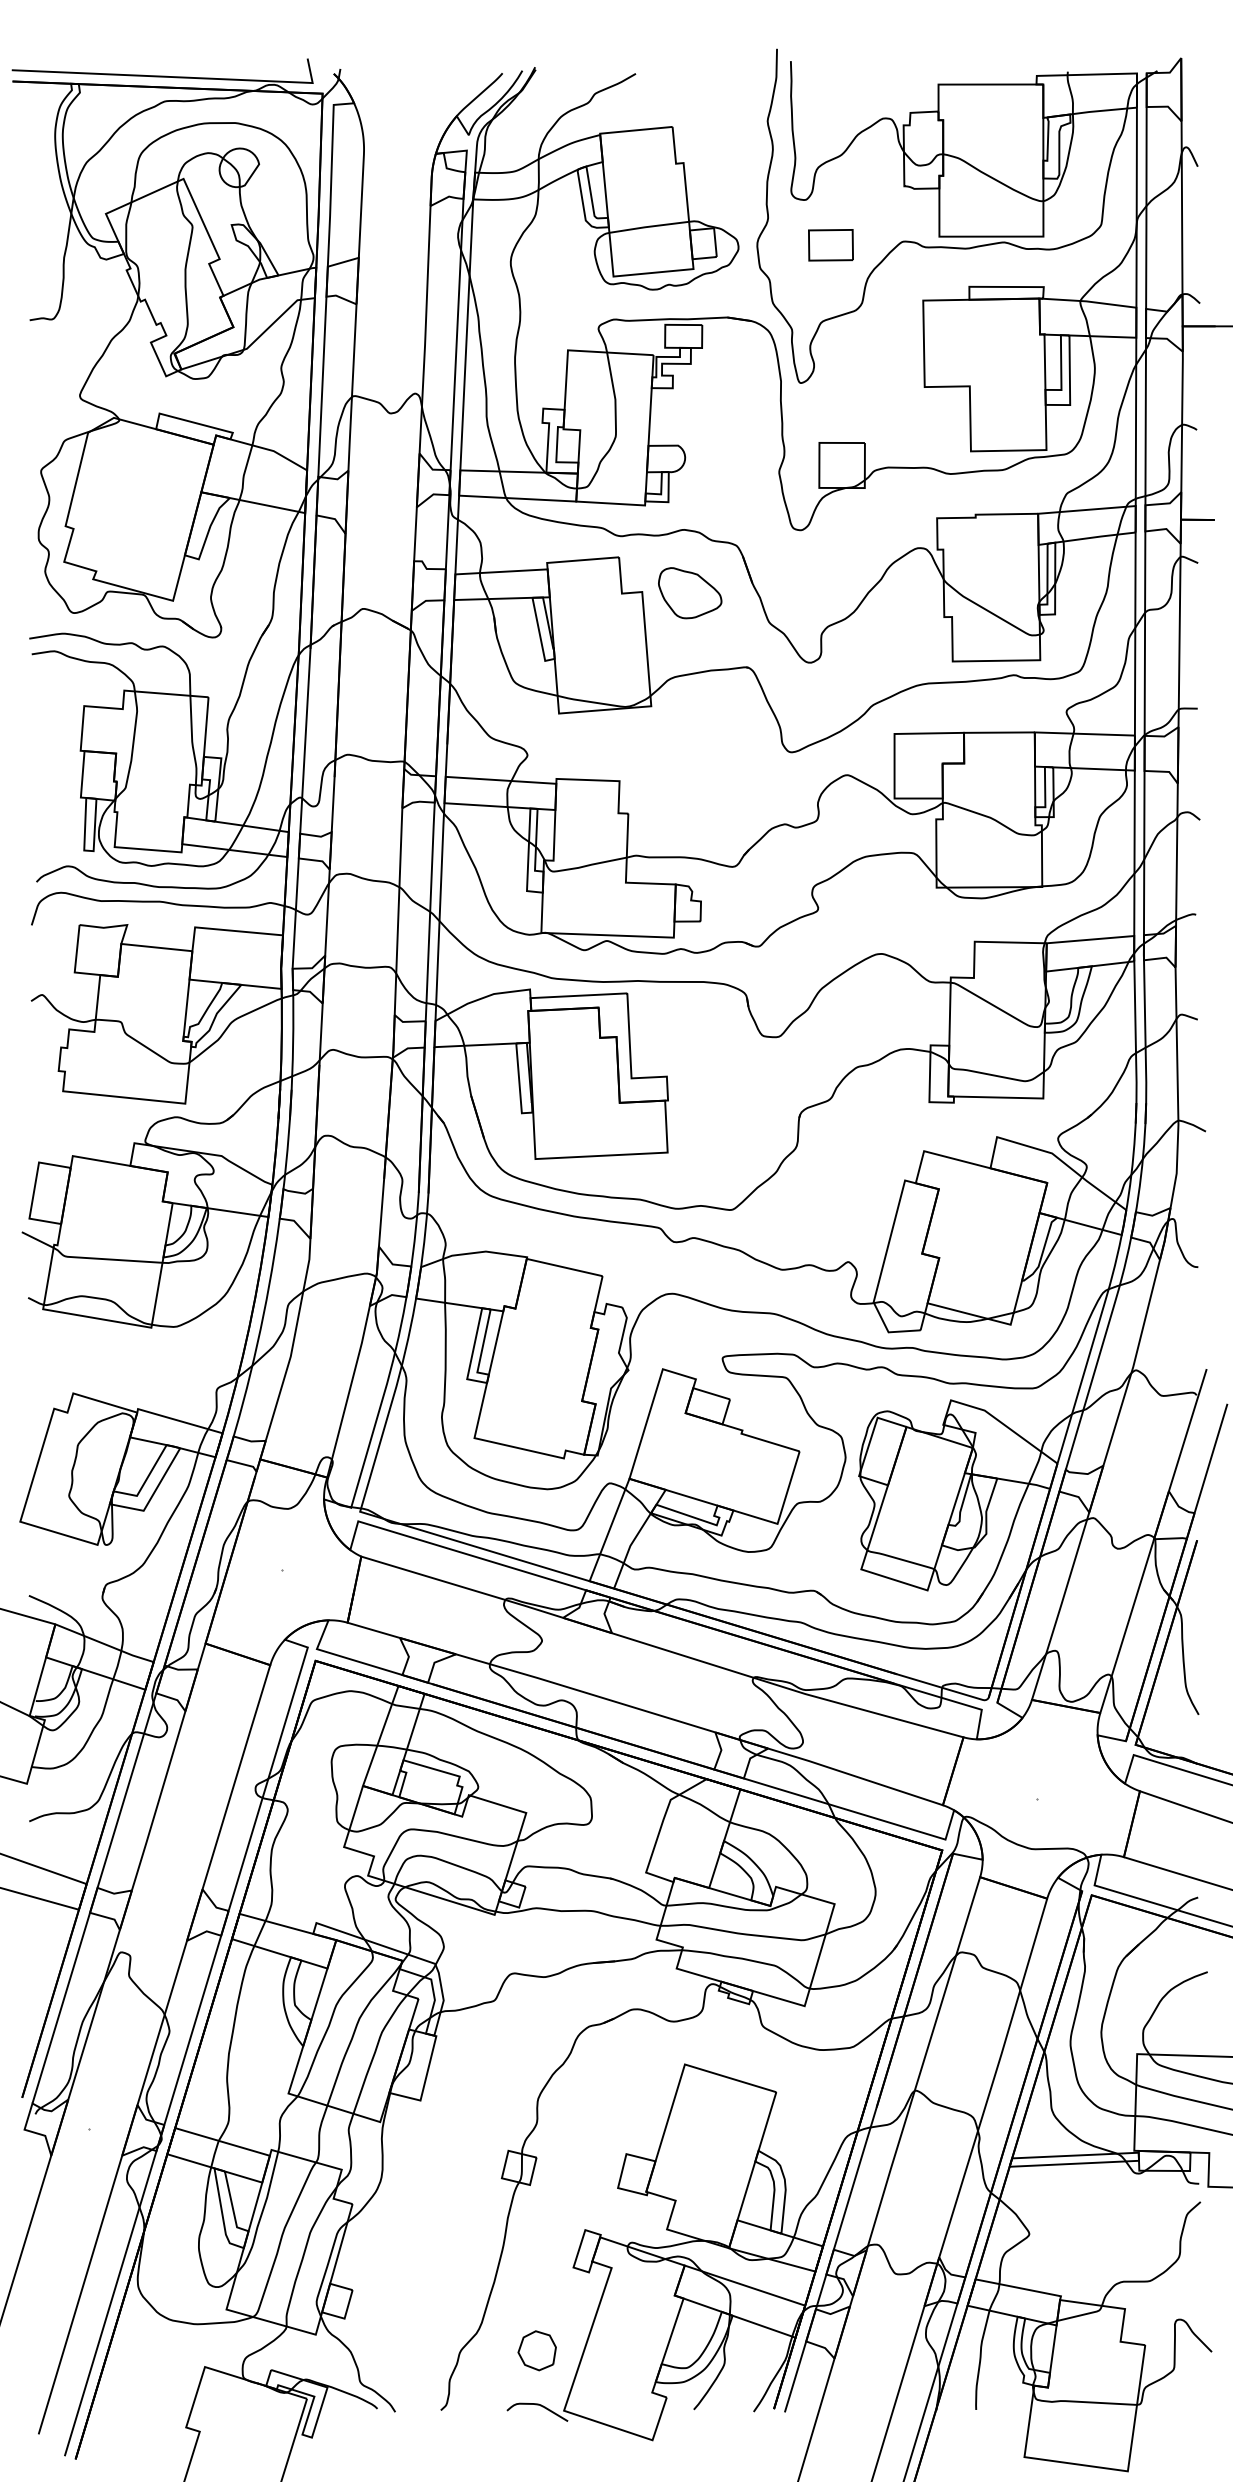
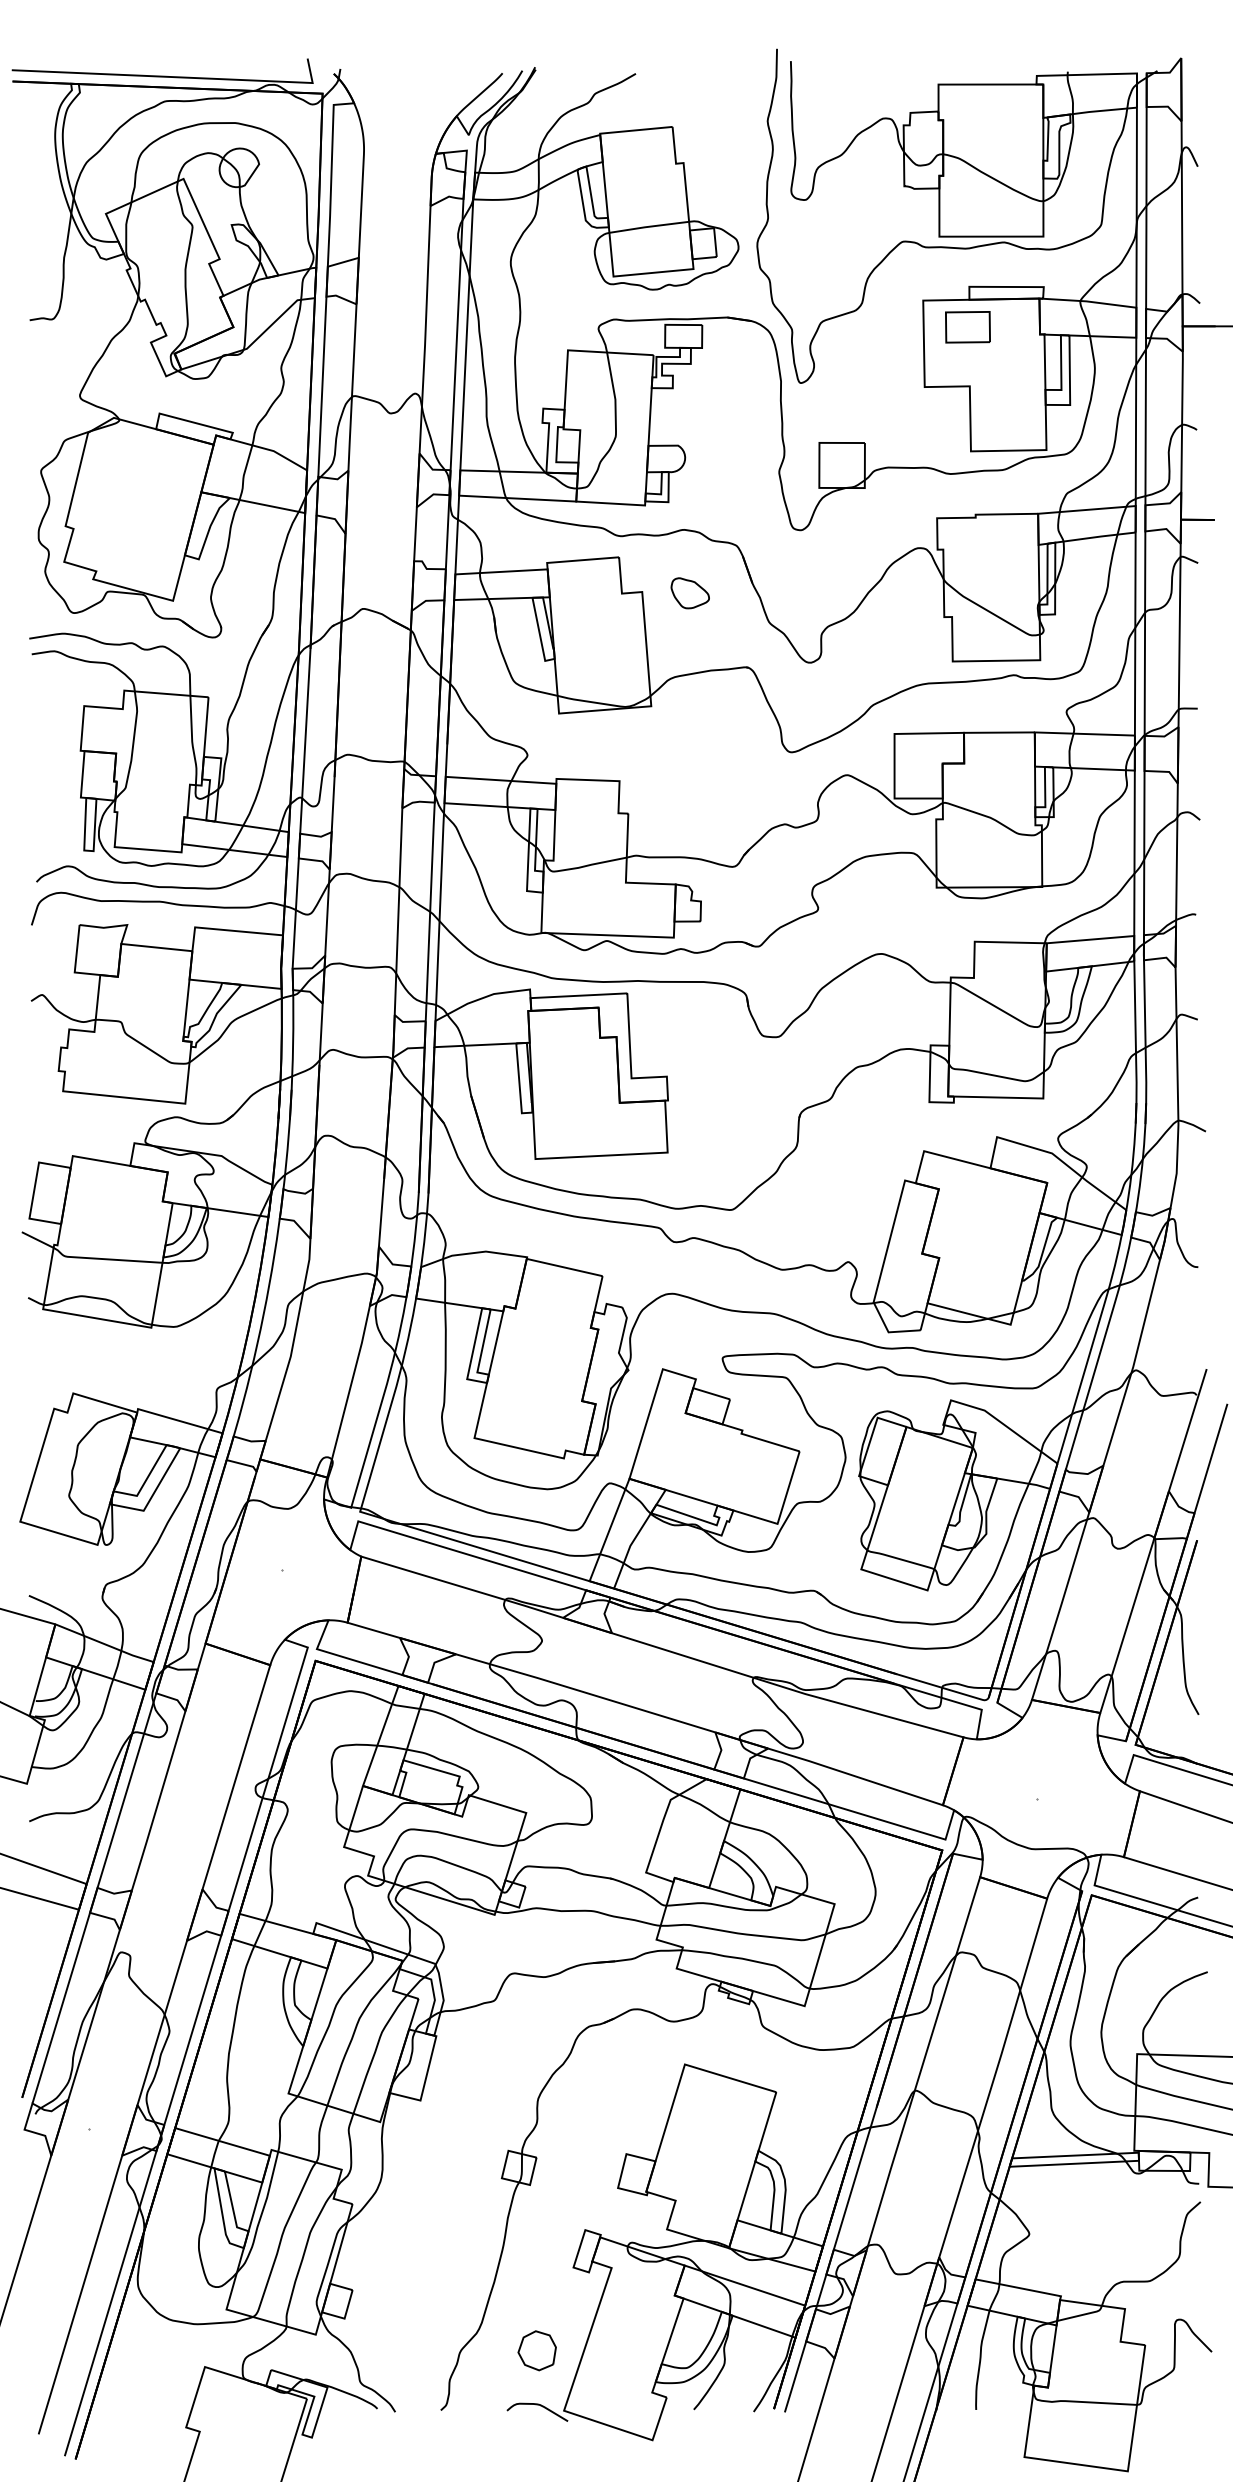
part at (830, 245) position: (830, 245) -> (967, 327)
part at (690, 593) size: 65x53 px -> 40x33 px
